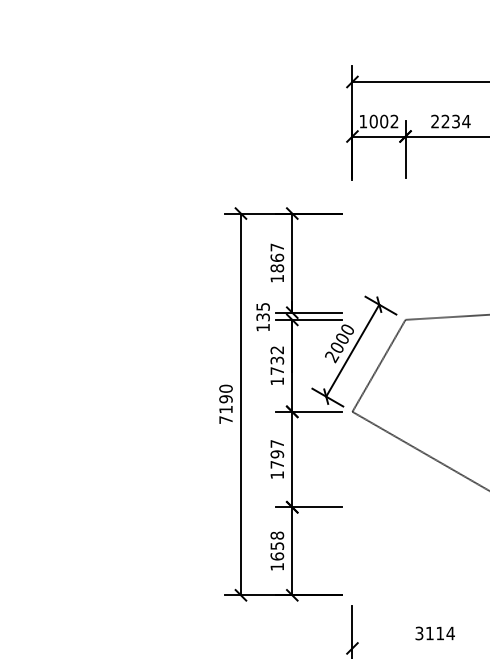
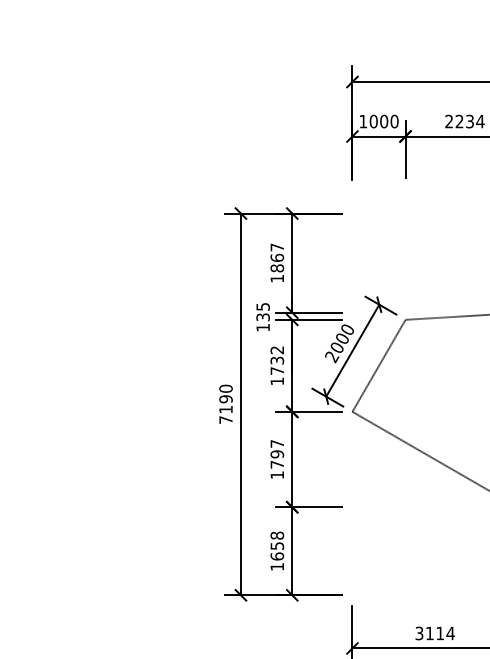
text at (394, 121): 1002 -> 1000
text at (450, 121) position: (450, 121) -> (464, 121)
line at (419, 648): none -> present
